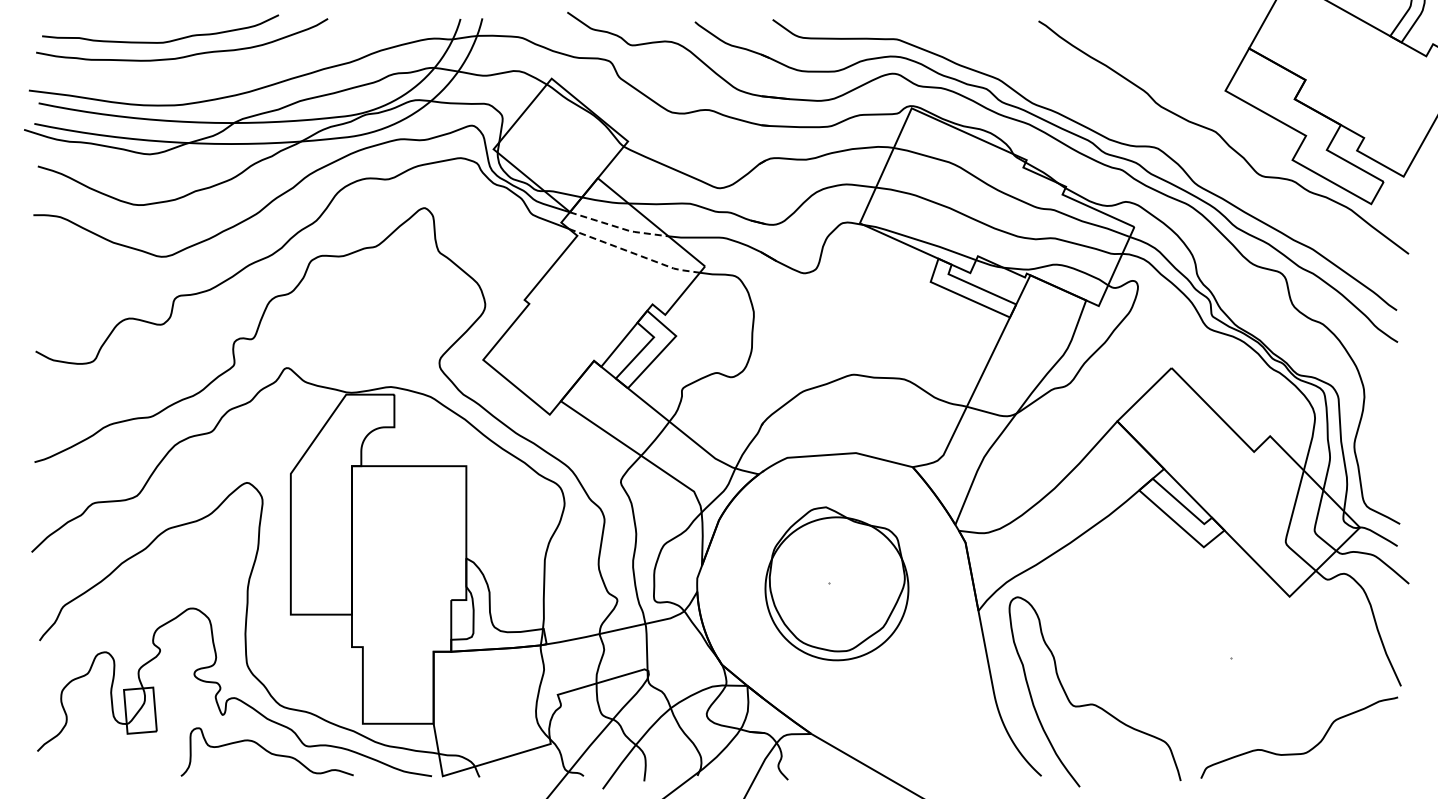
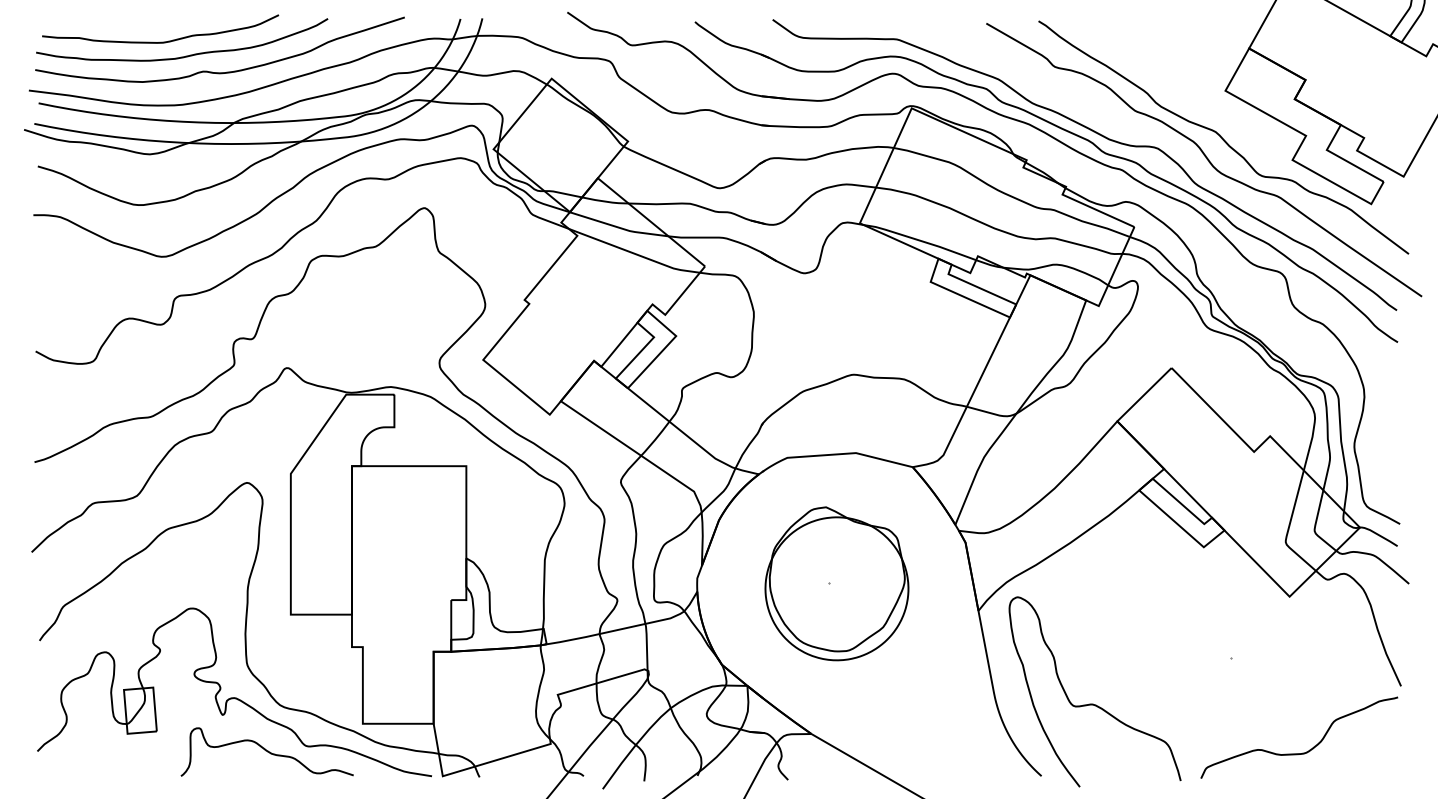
curve at (219, 72): none -> present
curve at (1206, 159): none -> present
line at (620, 228): dashed -> solid
line at (635, 254): dashed -> solid
